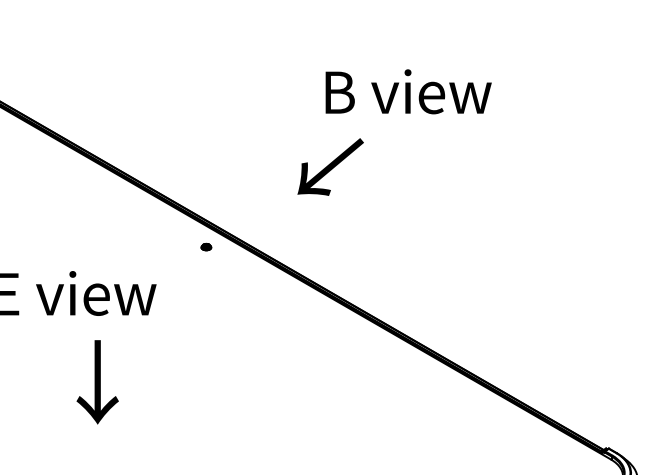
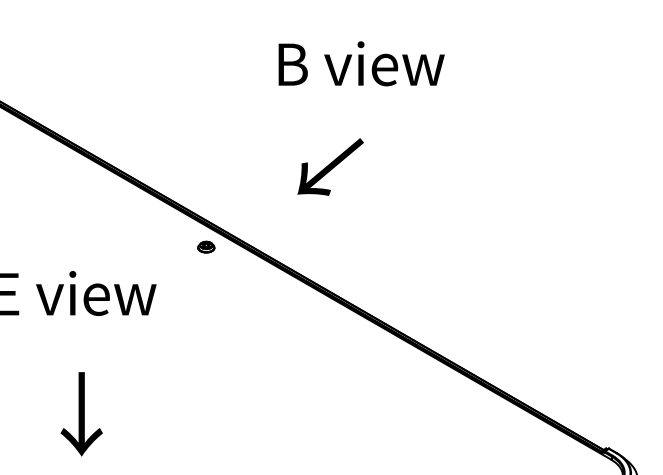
text at (408, 91) position: (408, 91) -> (361, 63)
part at (206, 246) size: 13x10 px -> 19x14 px
text at (97, 382) position: (97, 382) -> (81, 414)
